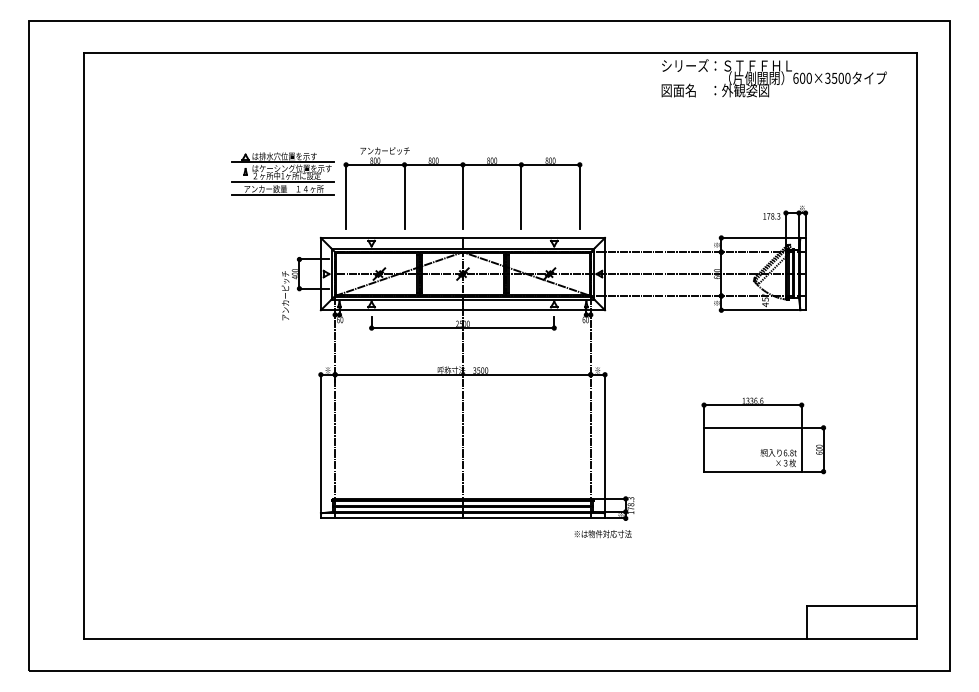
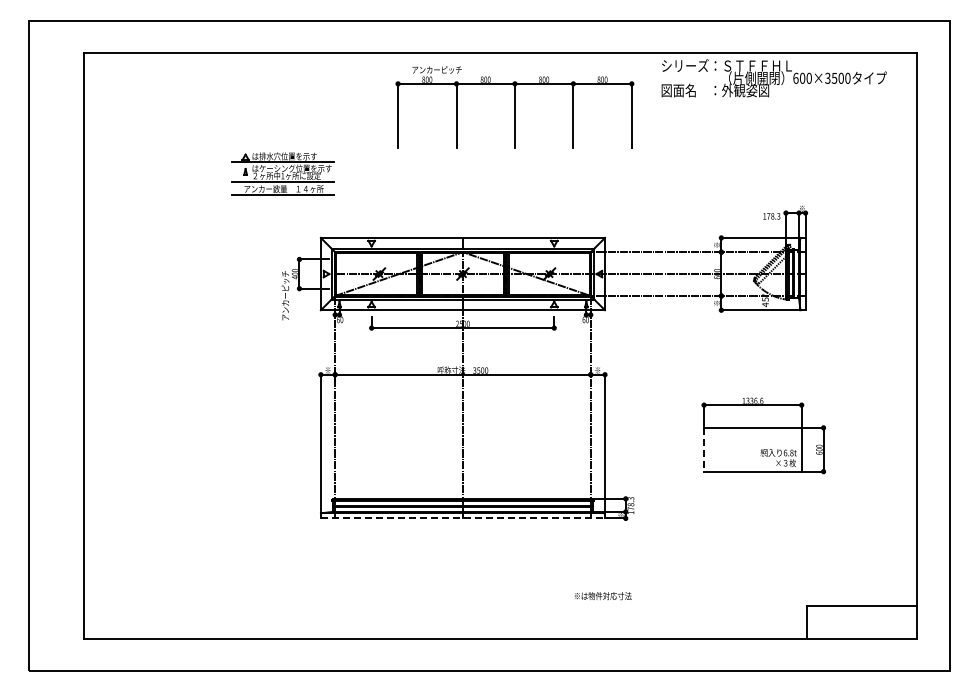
part at (462, 188) position: (462, 188) -> (514, 107)
line at (704, 449): solid -> dashed
line at (463, 518): solid -> dashed
text at (602, 534) position: (602, 534) -> (602, 596)
